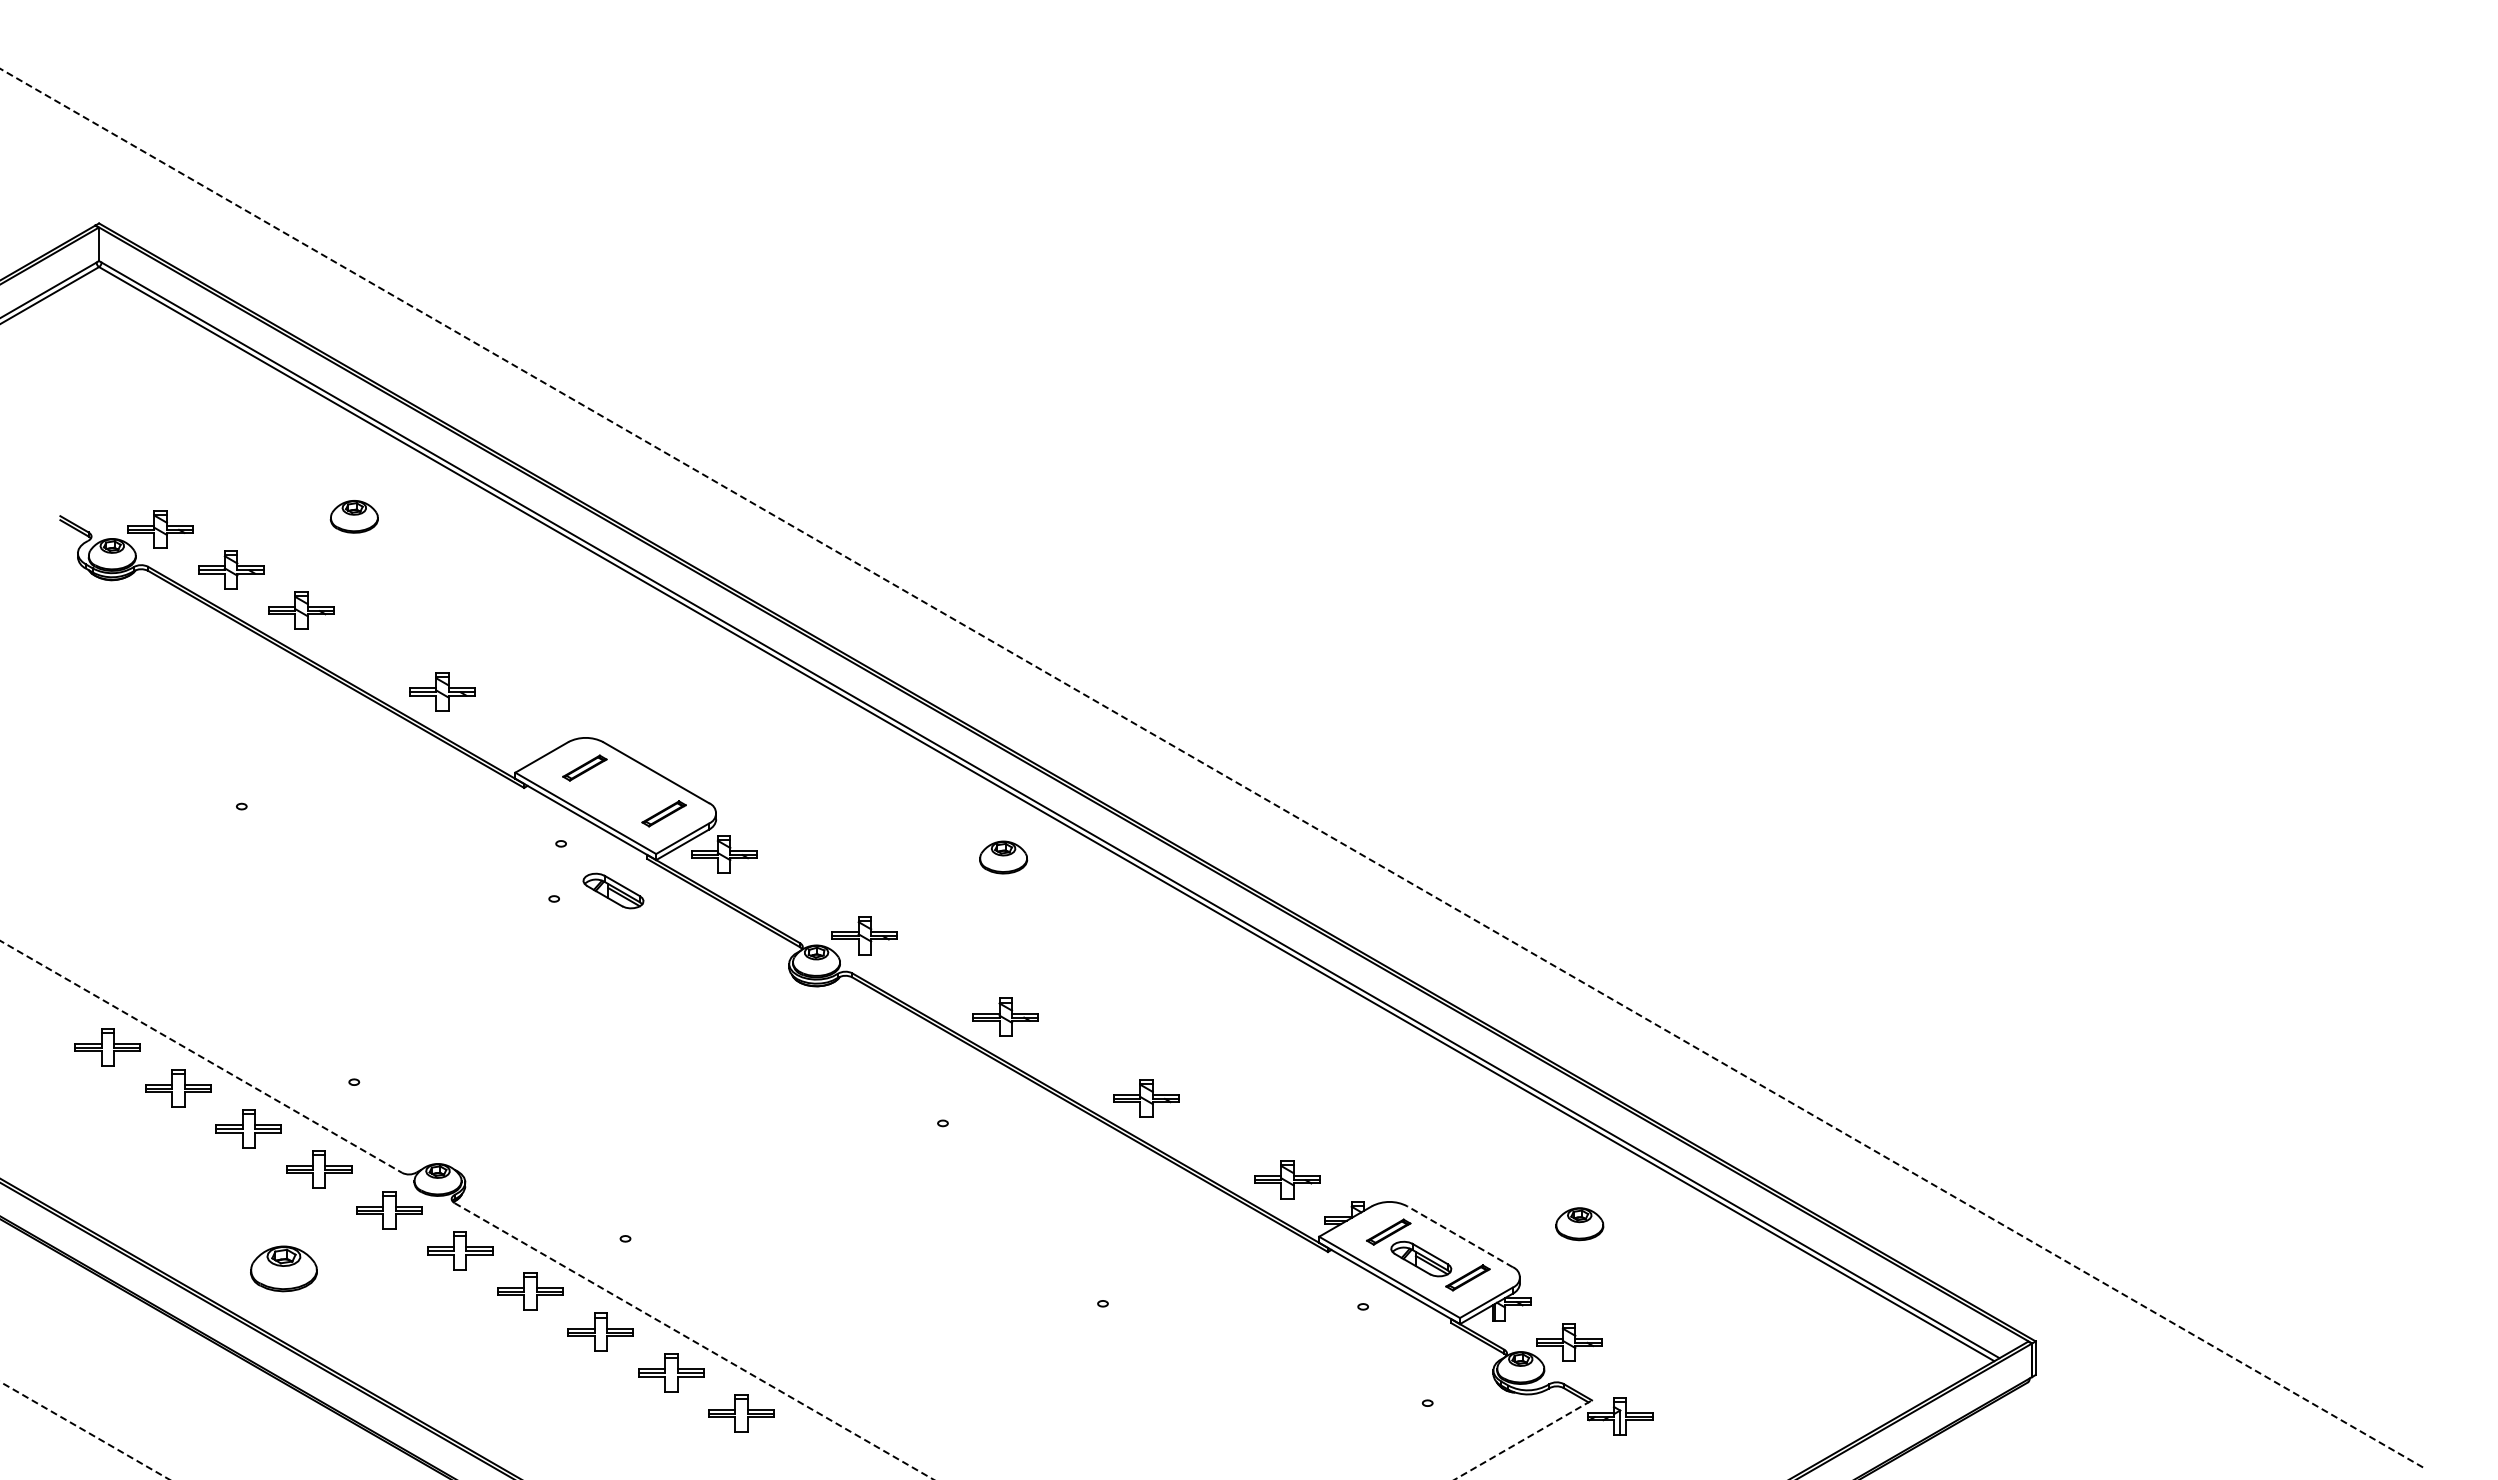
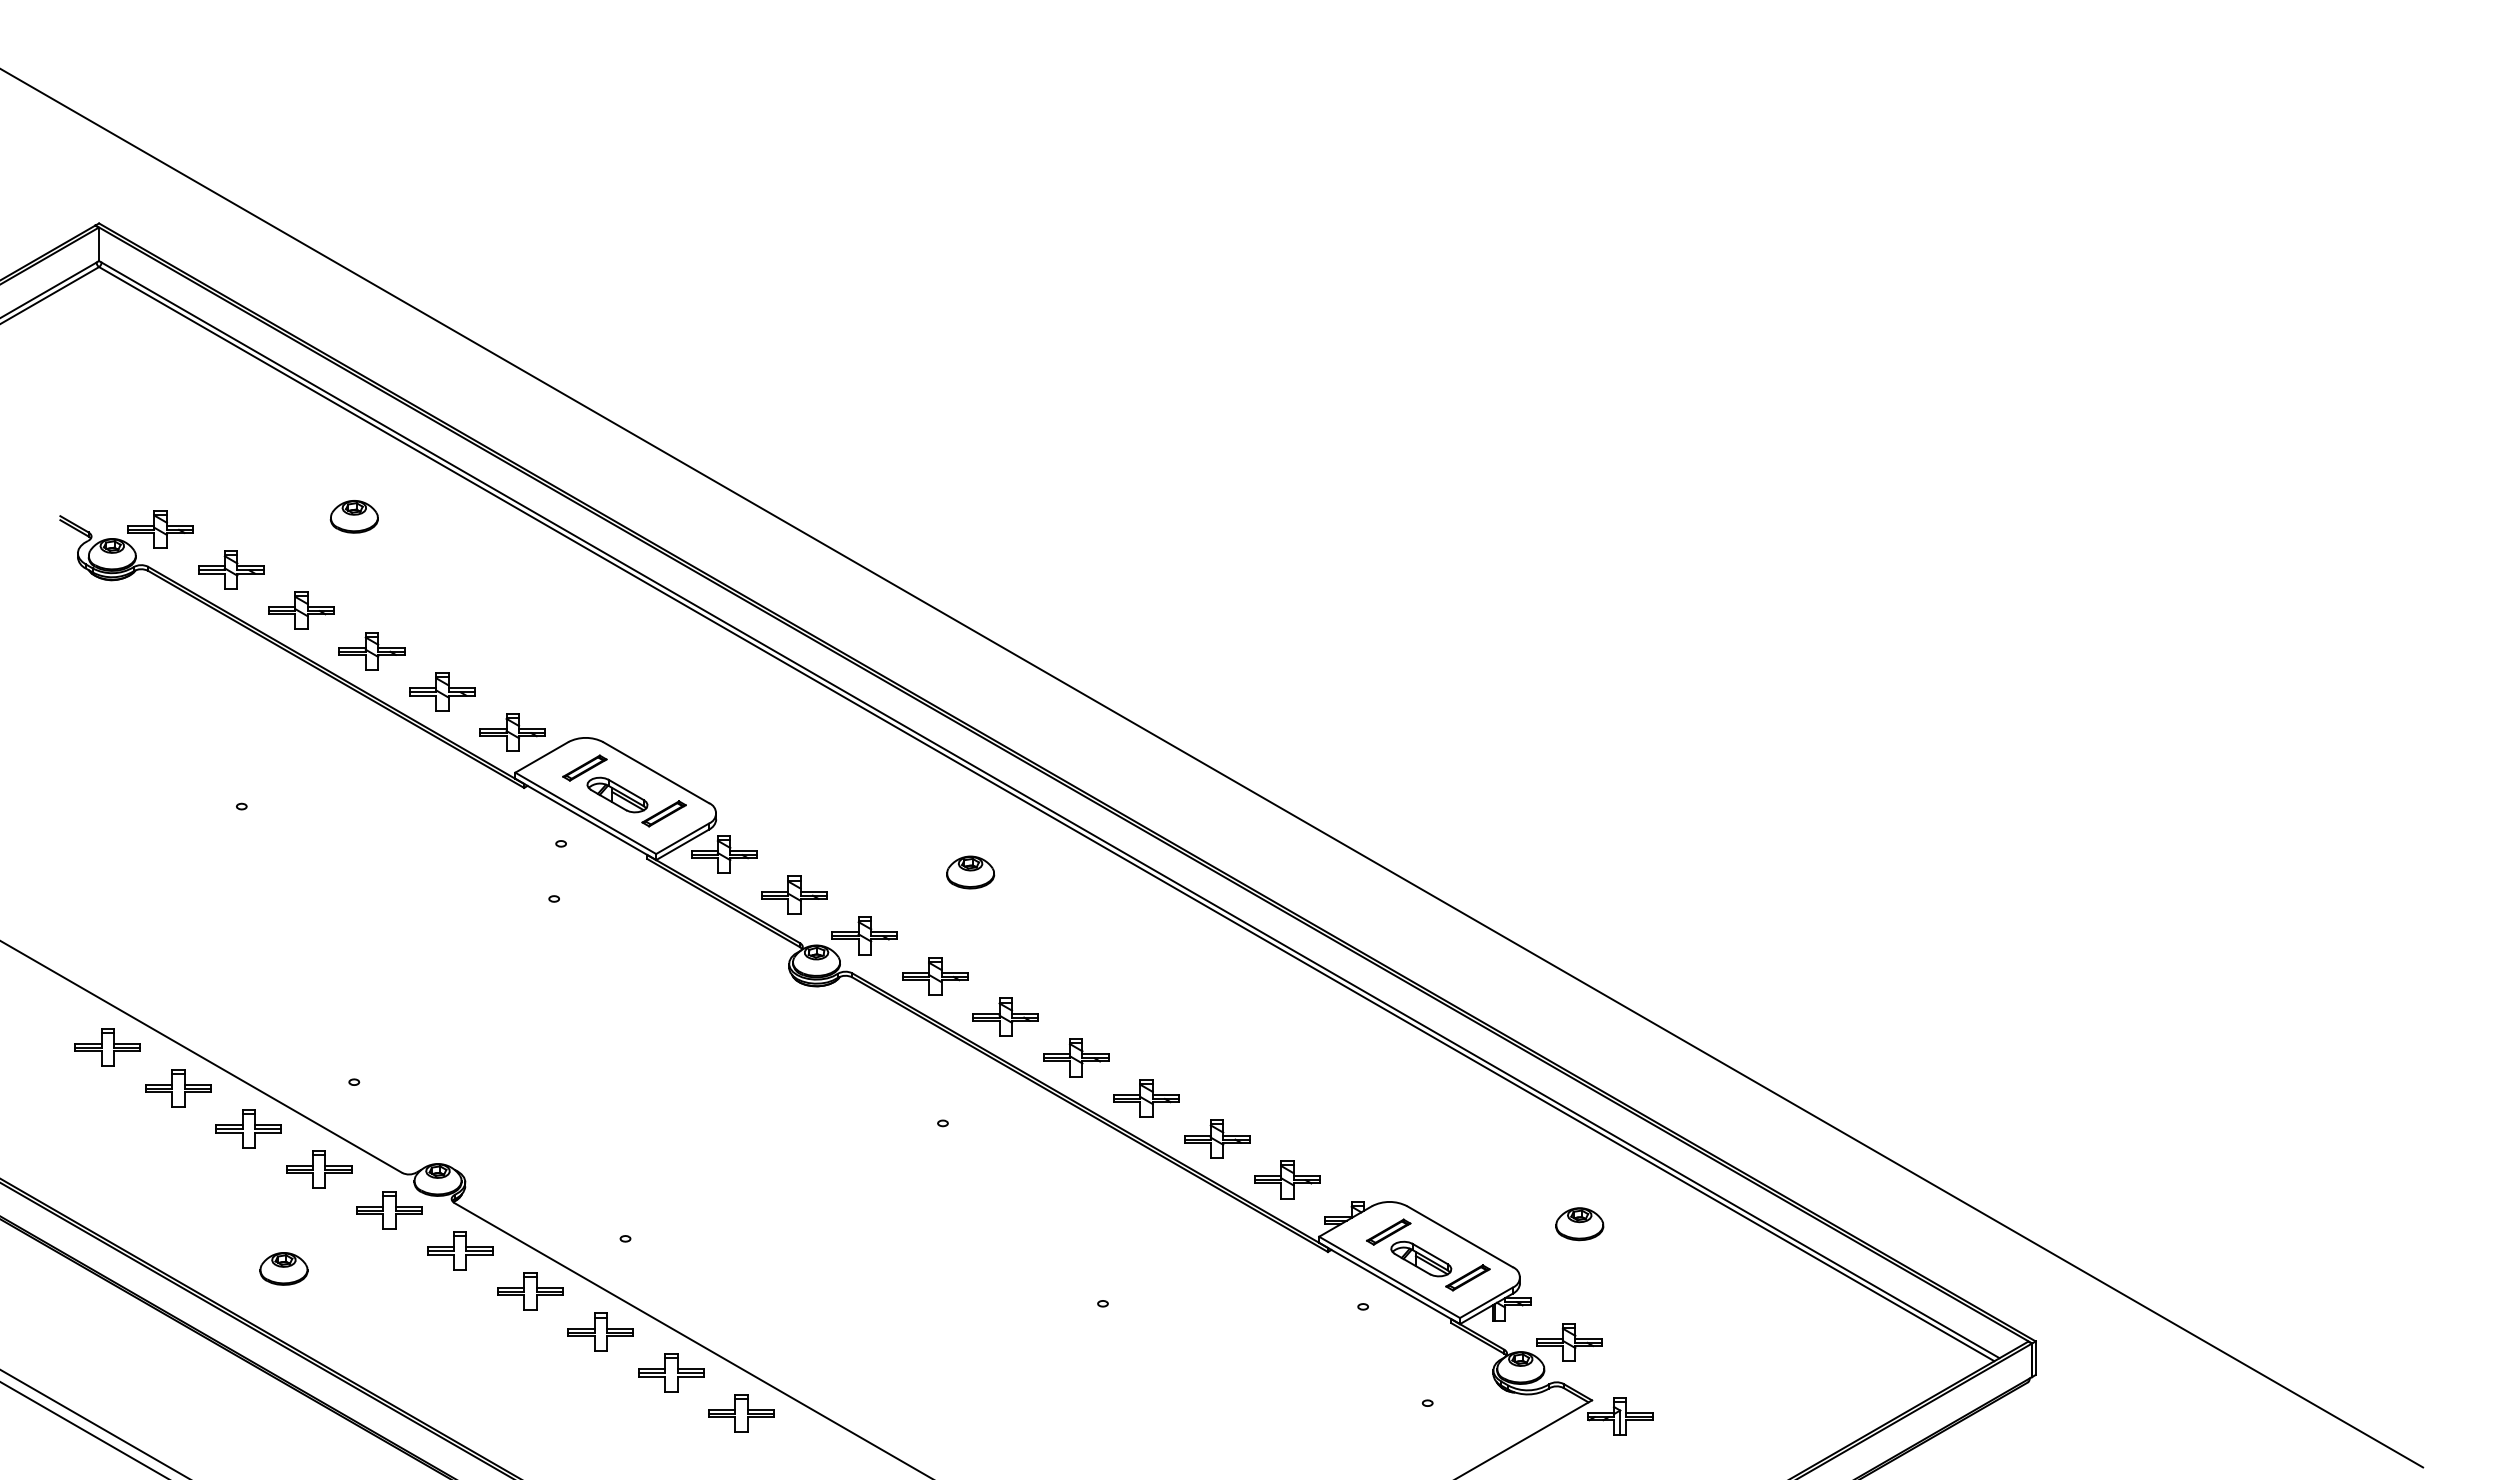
part at (371, 651): none -> present
part at (512, 732): none -> present
line at (1211, 768): dashed -> solid
part at (1003, 857) position: (1003, 857) -> (970, 872)
part at (613, 890) position: (613, 890) -> (617, 794)
part at (794, 894): none -> present
part at (935, 976): none -> present
line at (201, 1056): dashed -> solid
part at (1076, 1057): none -> present
part at (1217, 1138): none -> present
line at (1460, 1236): dashed -> solid
part at (283, 1268) size: 68x48 px -> 50x34 px
line at (694, 1341): dashed -> solid
line at (93, 1423): none -> present
line at (85, 1431): dashed -> solid
line at (1523, 1439): dashed -> solid
